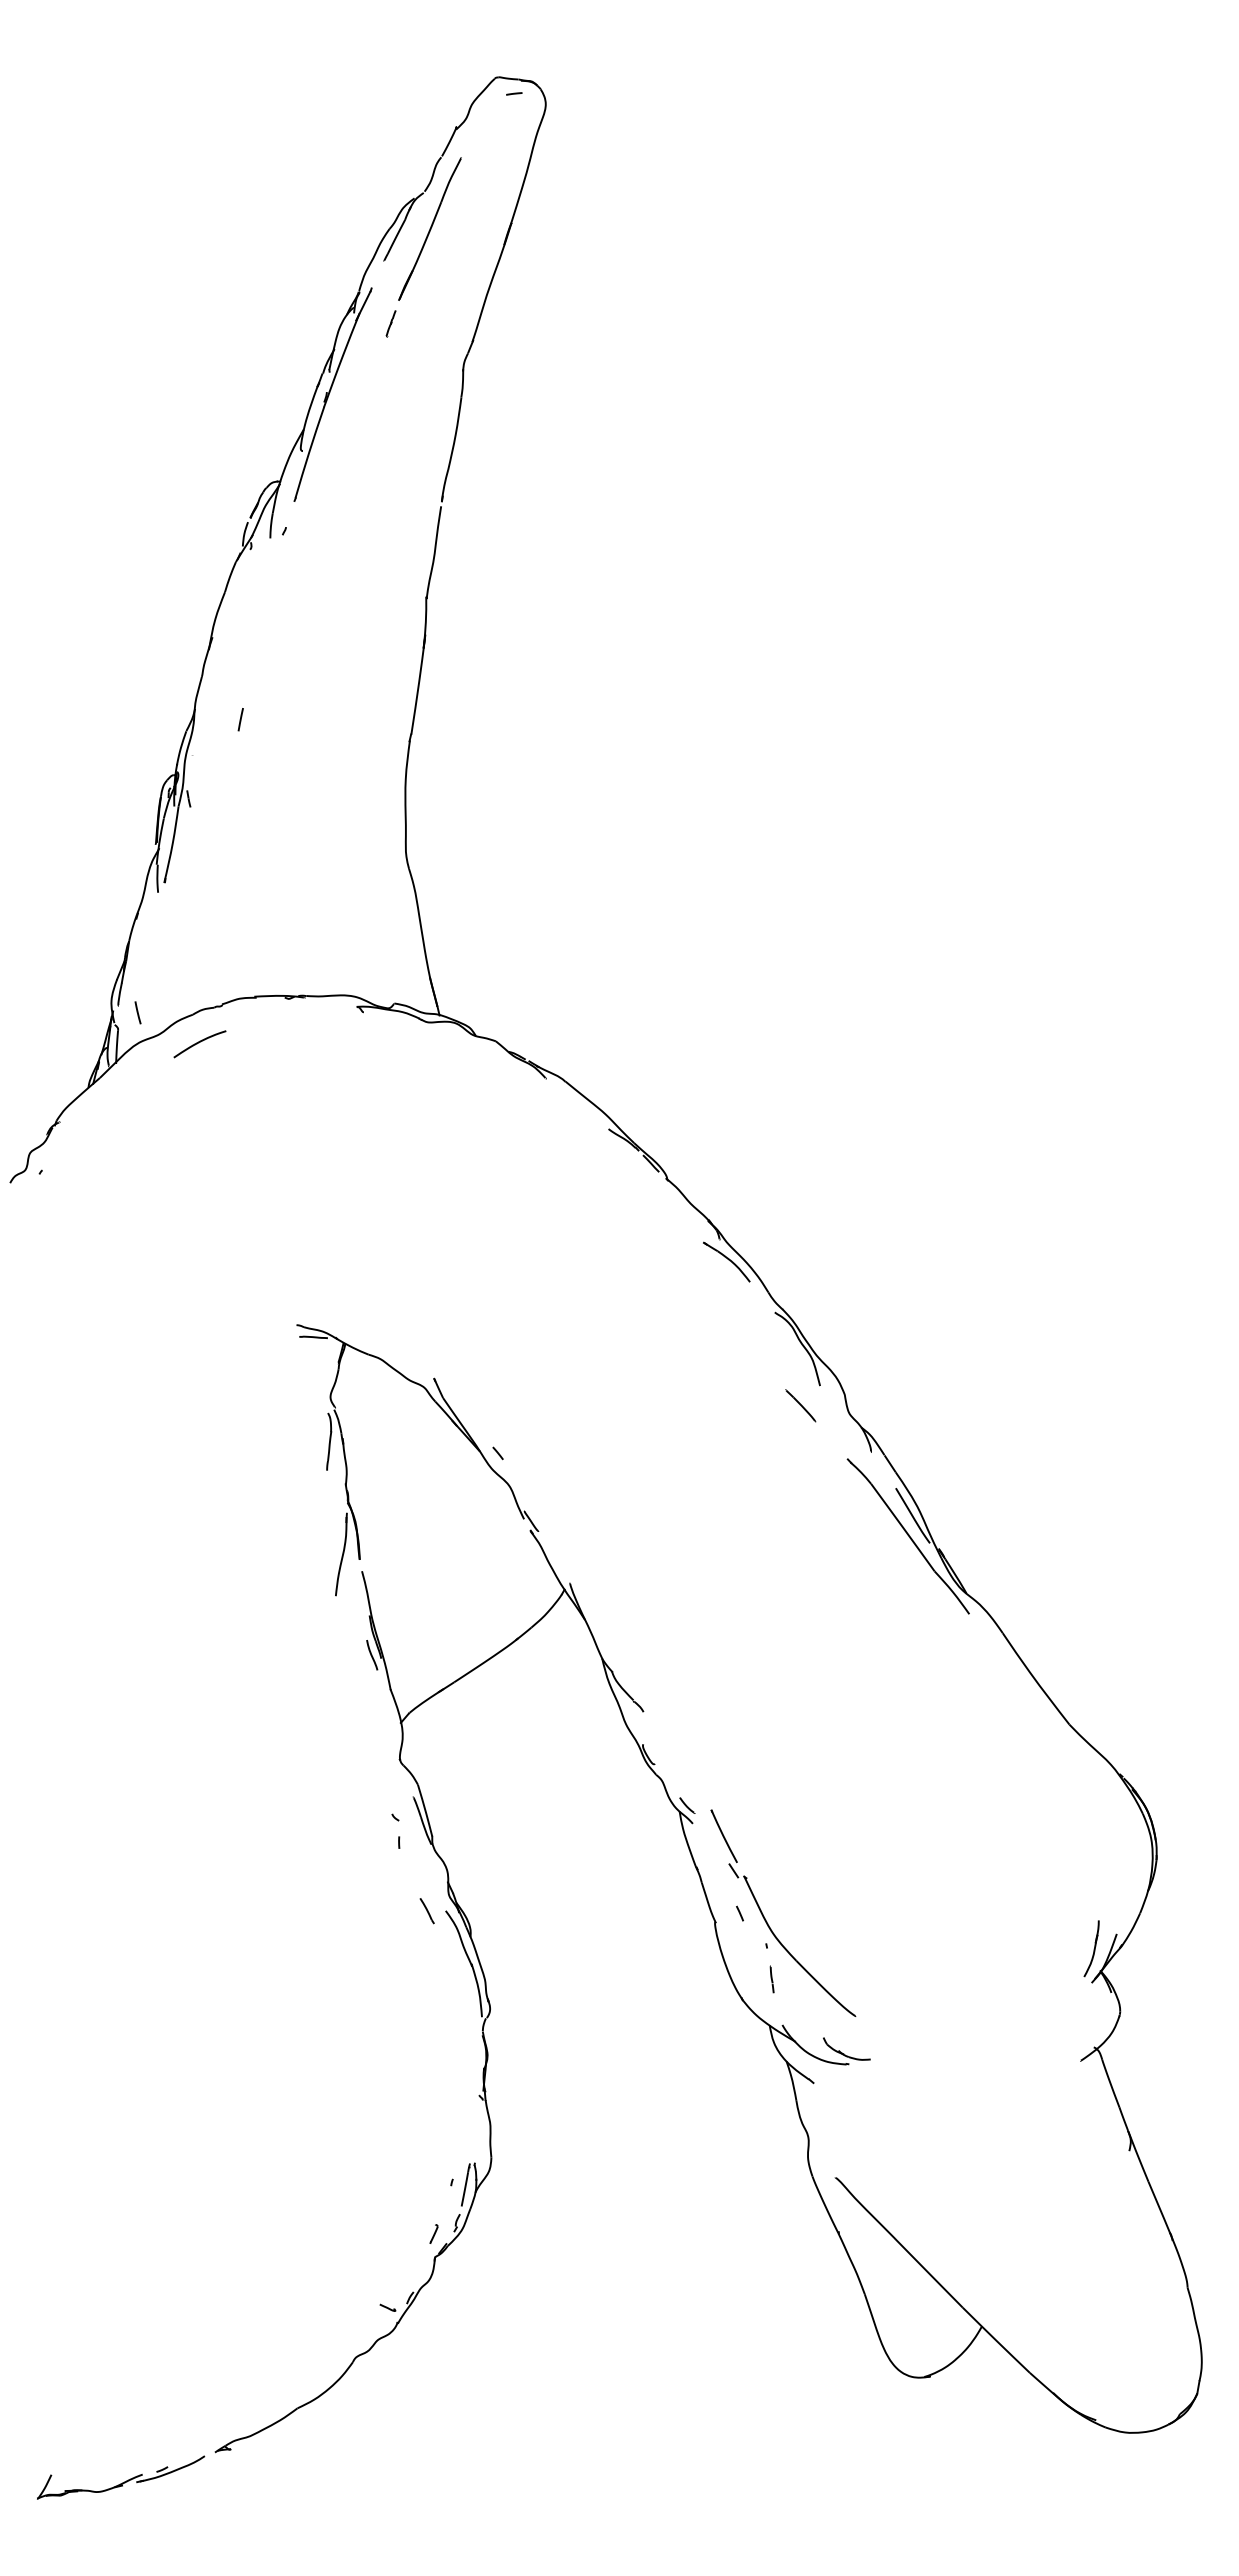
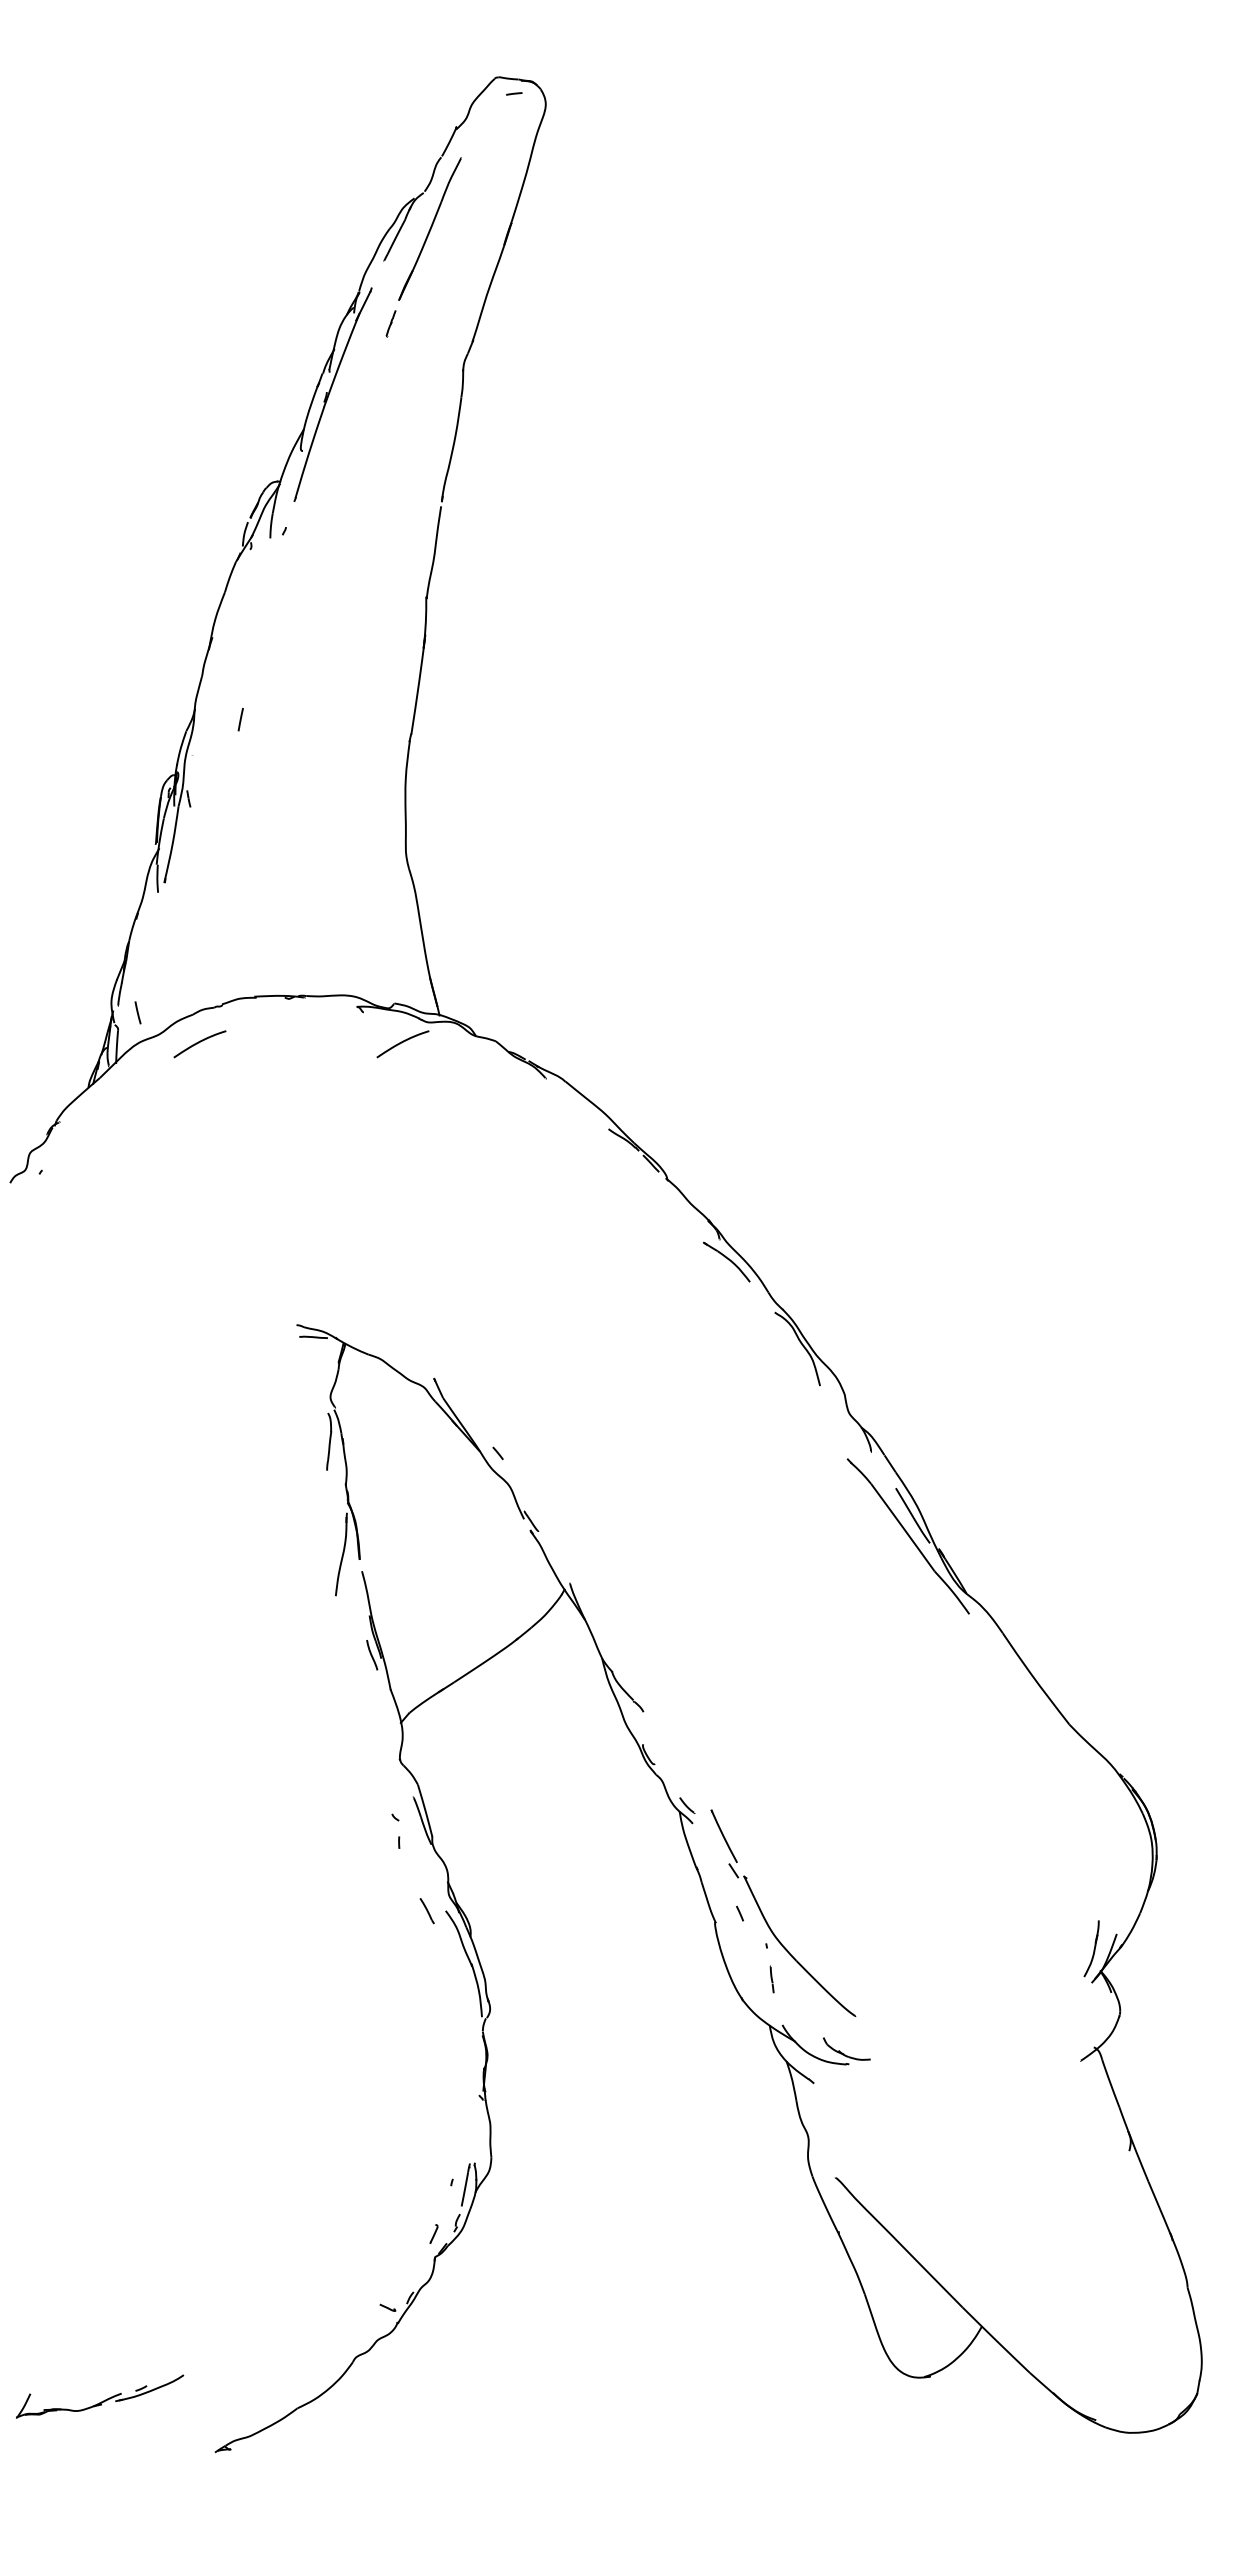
curve at (402, 1043): none -> present
line at (800, 1405): present -> none
part at (121, 2477) position: (121, 2477) -> (100, 2396)
